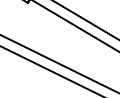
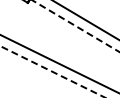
line at (75, 25): solid -> dashed
line at (53, 72): solid -> dashed
